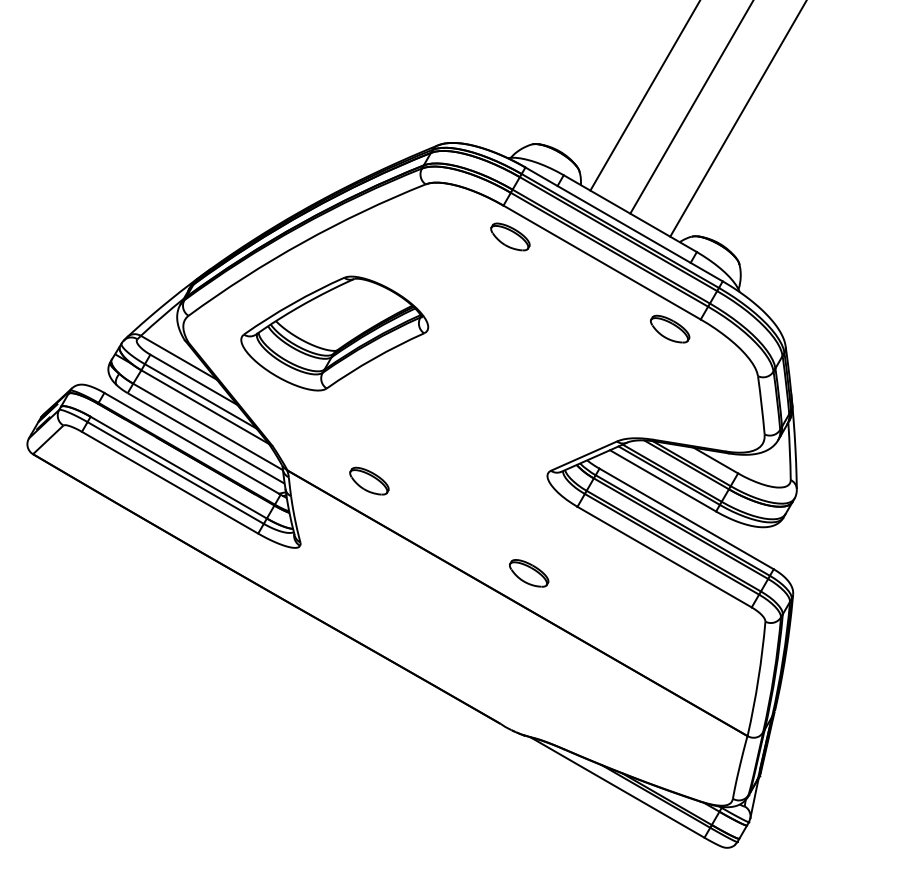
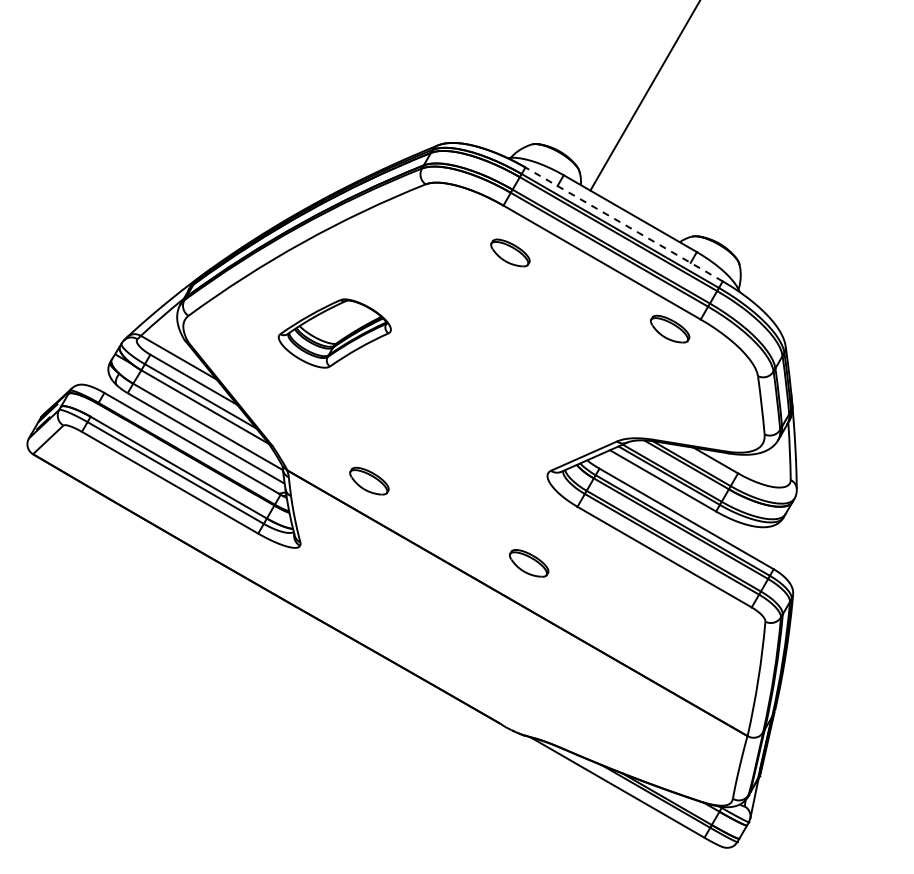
line at (691, 107): present -> none
line at (737, 119): present -> none
line at (624, 224): solid -> dashed
part at (510, 236) position: (510, 236) -> (510, 252)
part at (334, 333) size: 190x117 px -> 115x71 px
part at (529, 573) position: (529, 573) -> (529, 563)
